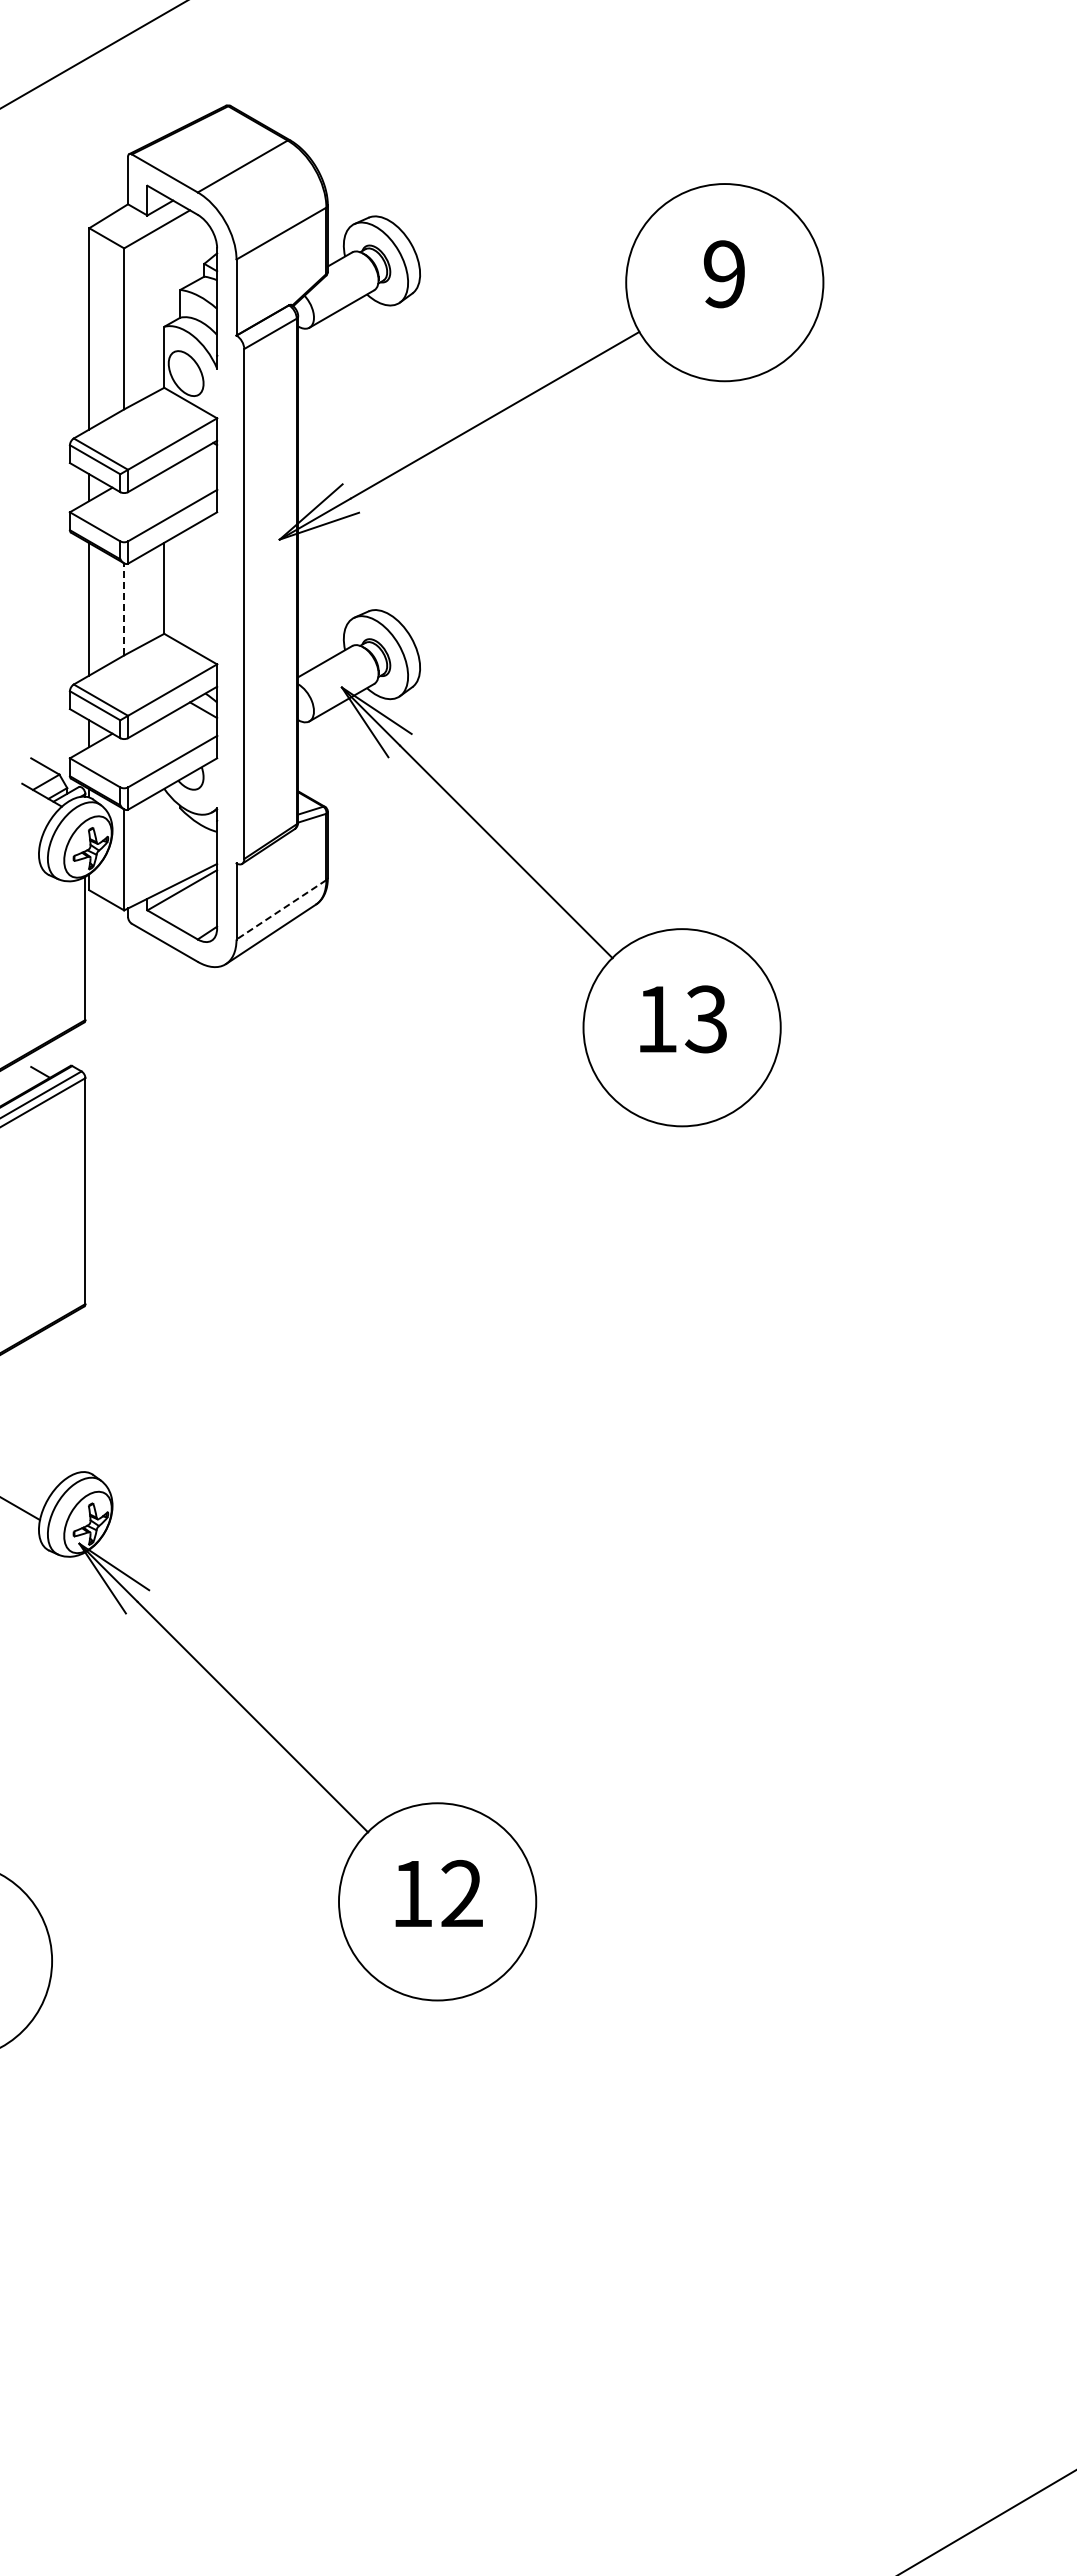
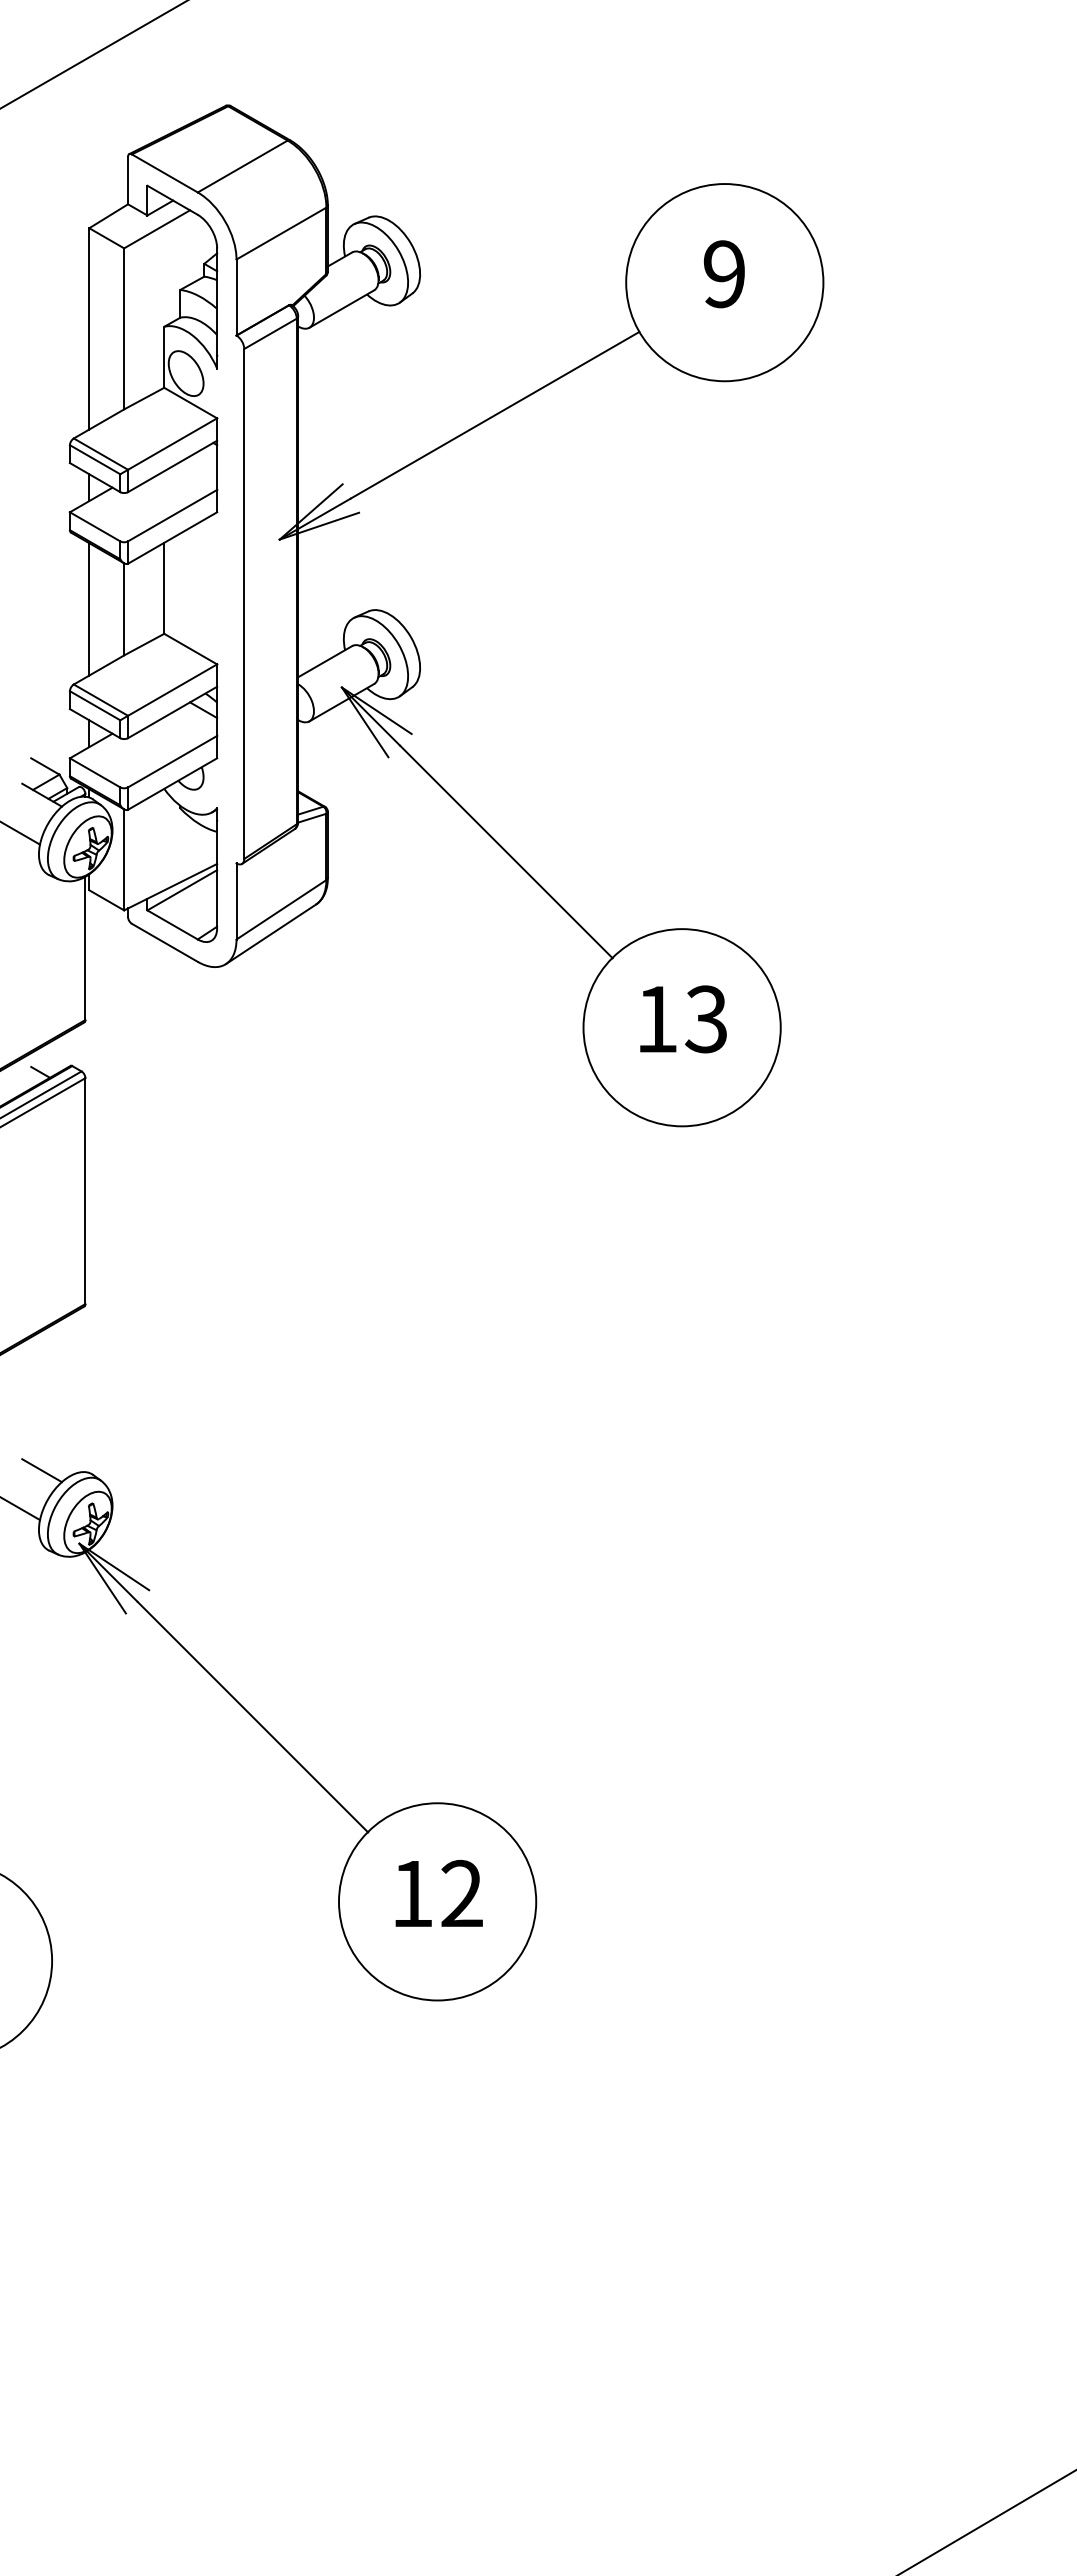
line at (124, 608): dashed -> solid
line at (21, 833): none -> present
line at (281, 909): dashed -> solid
line at (41, 1470): none -> present
